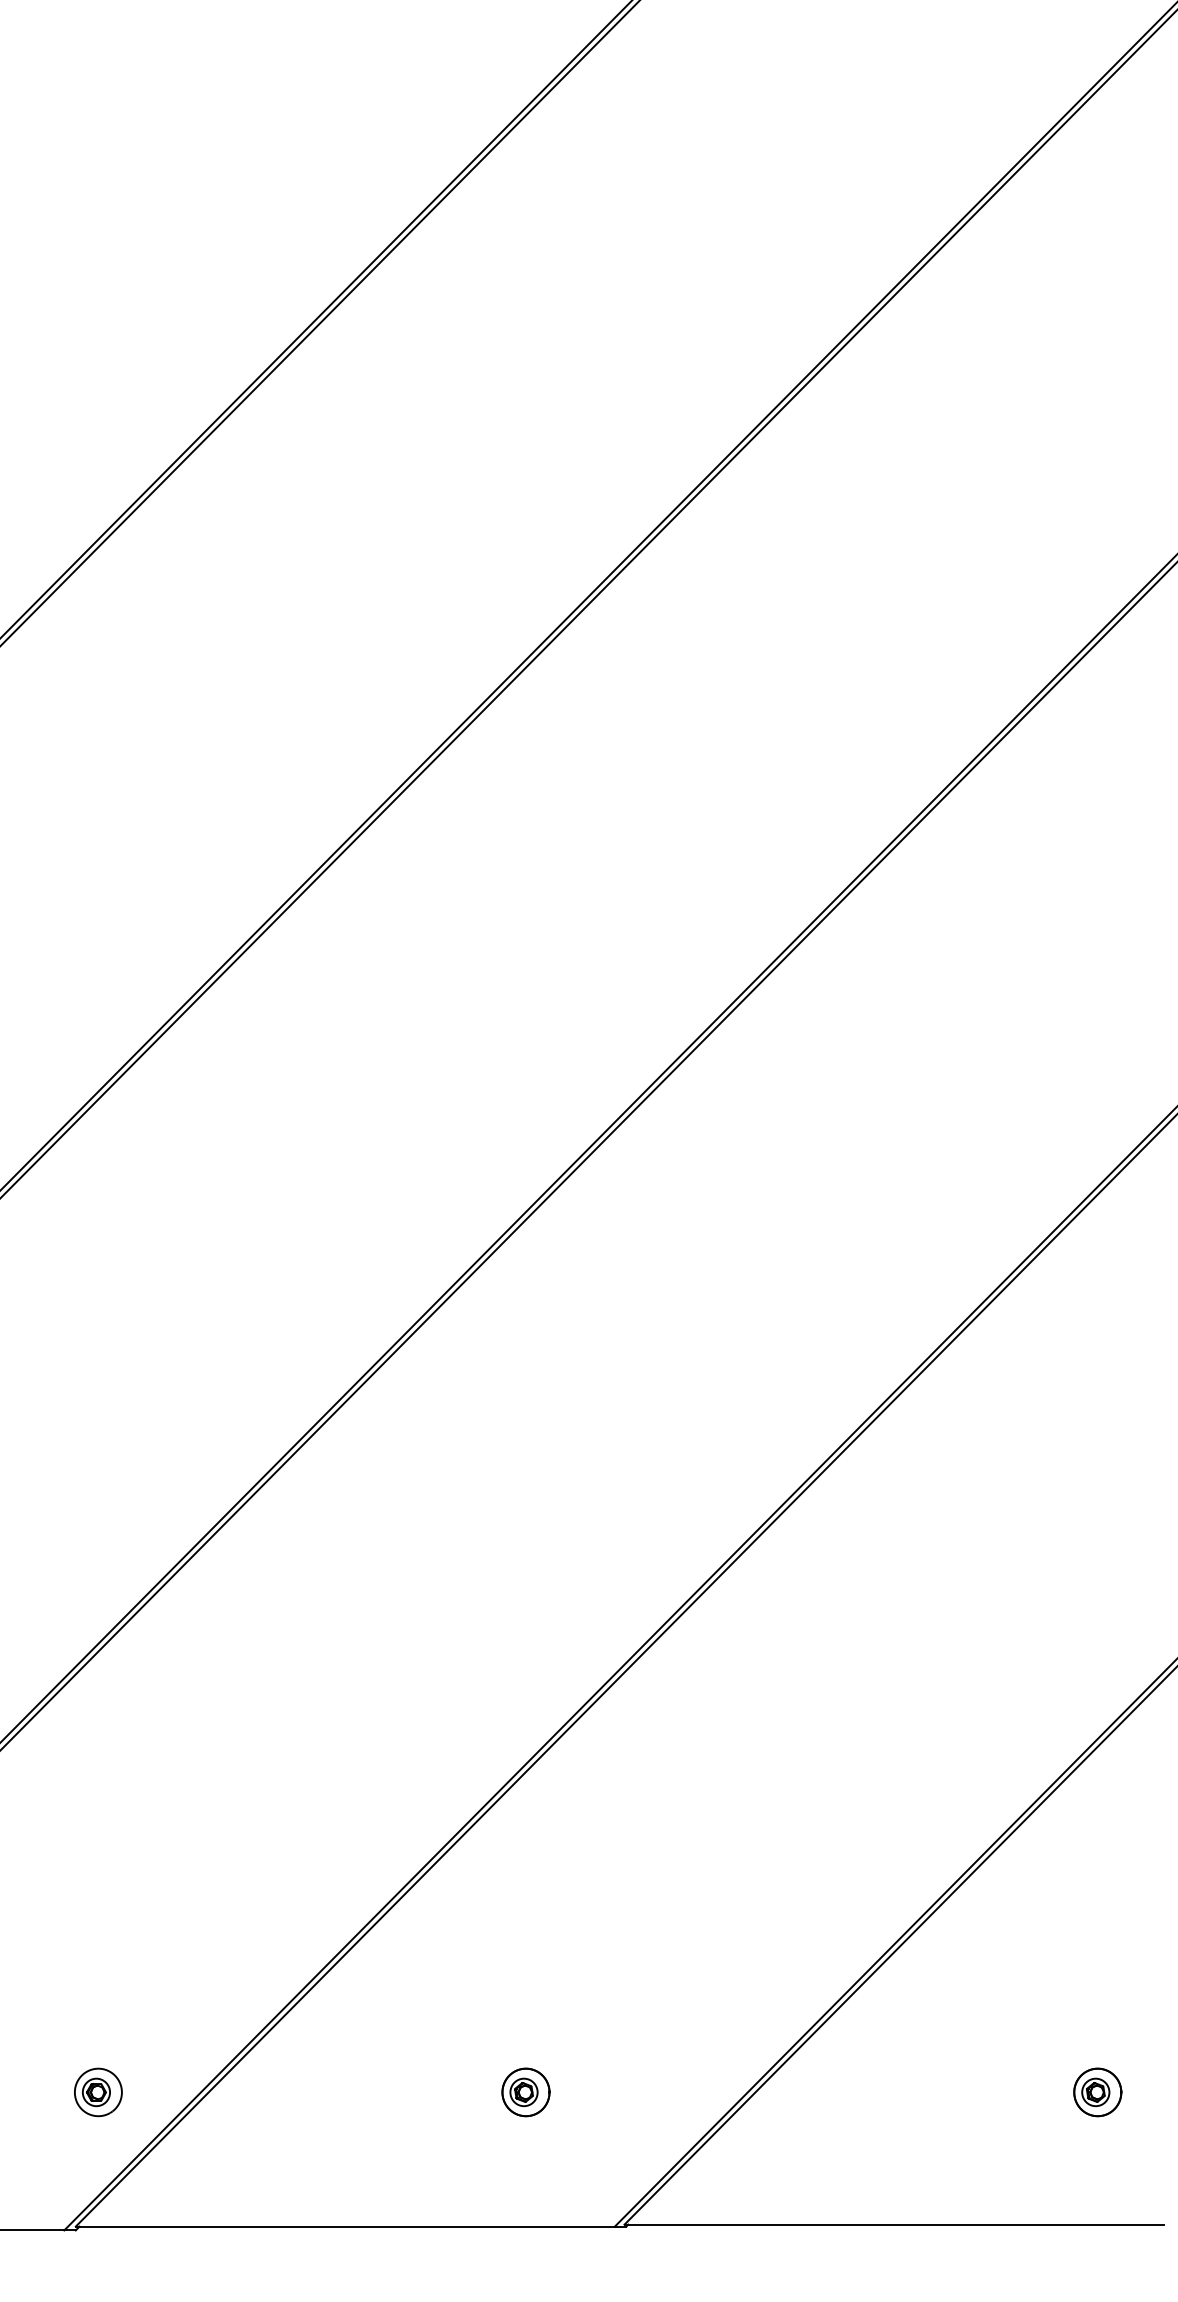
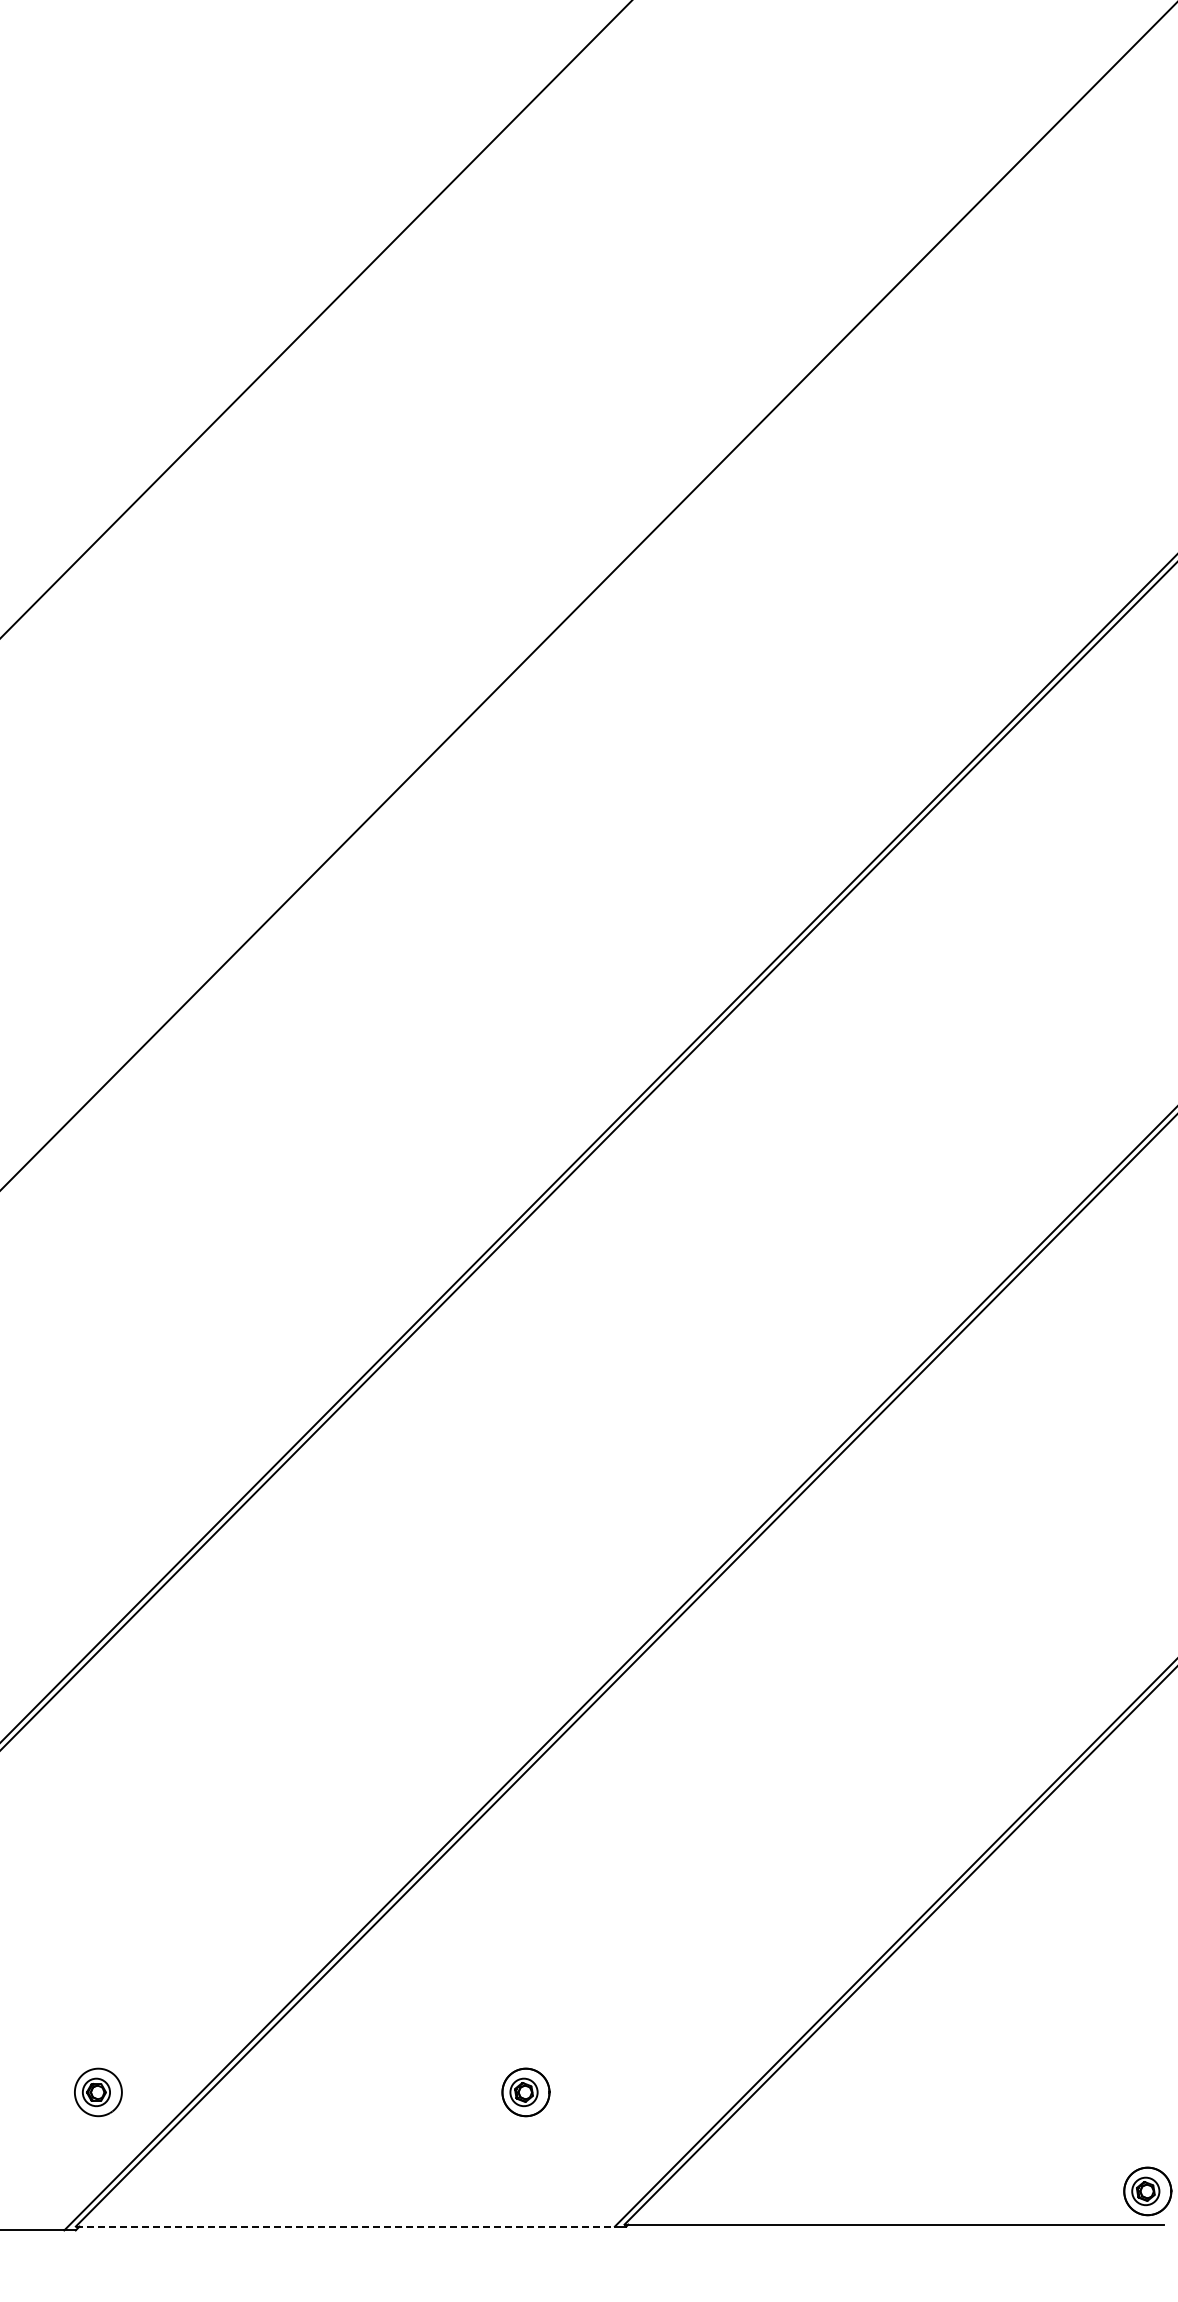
line at (319, 323): present -> none
line at (588, 604): present -> none
part at (1097, 2092) position: (1097, 2092) -> (1147, 2191)
line at (345, 2226): solid -> dashed
